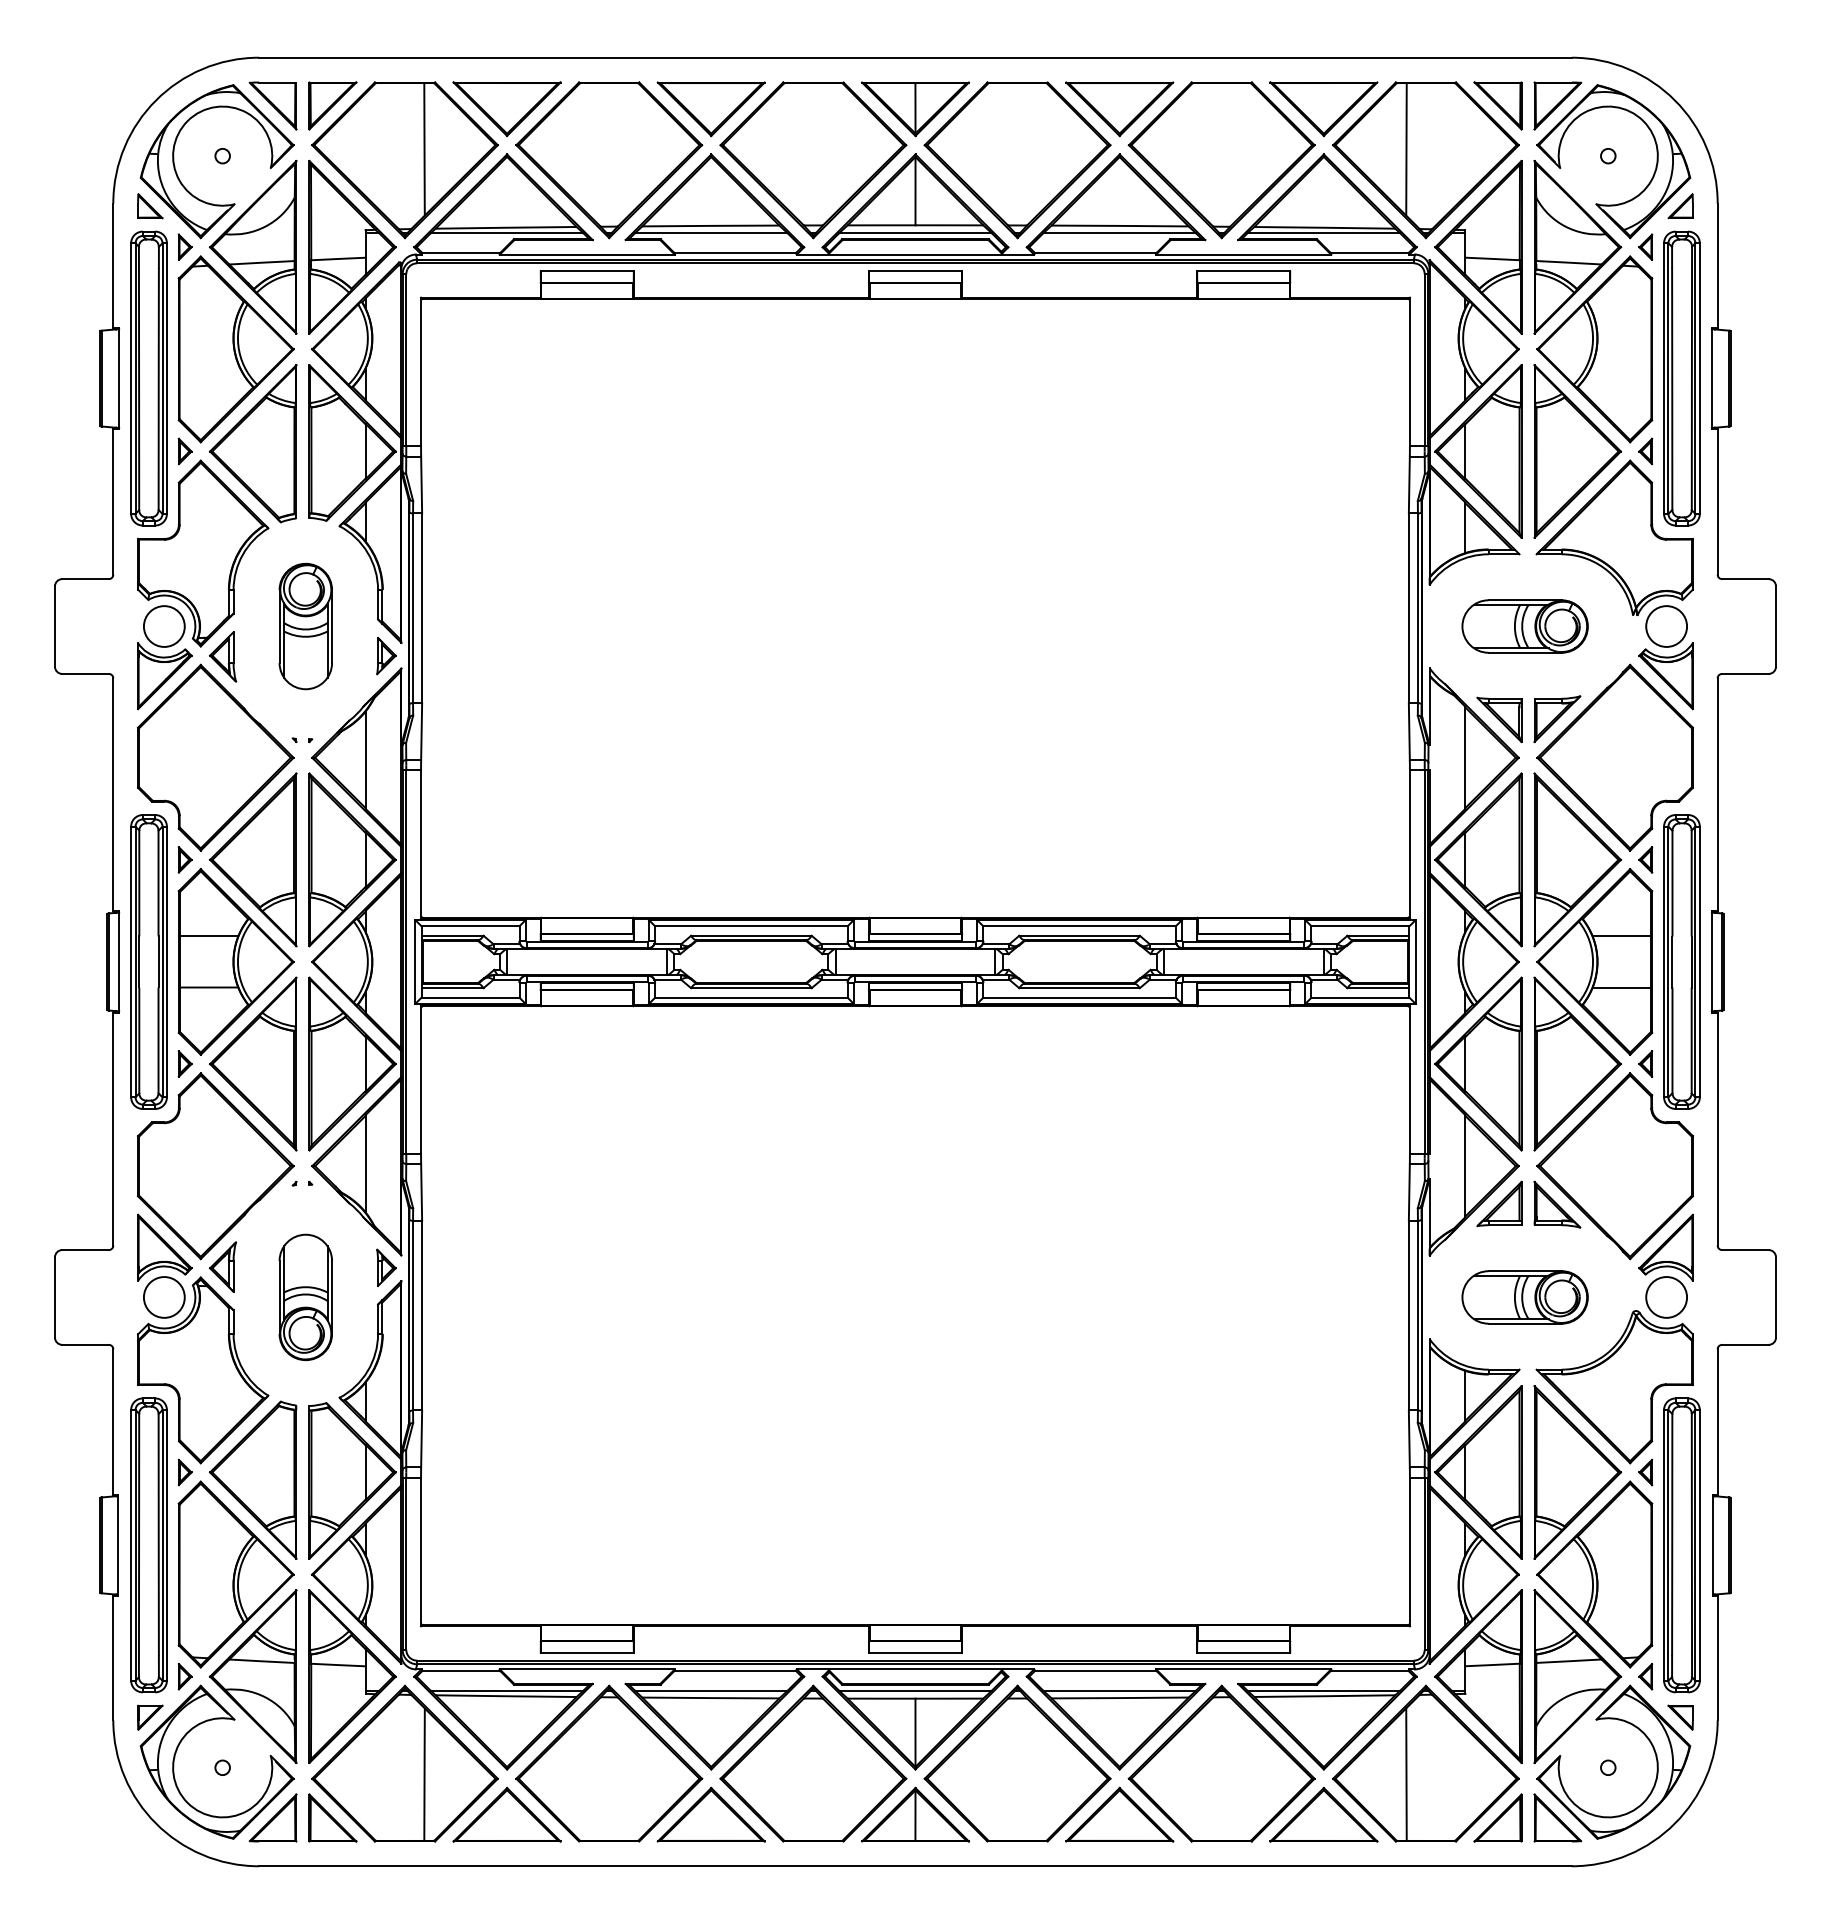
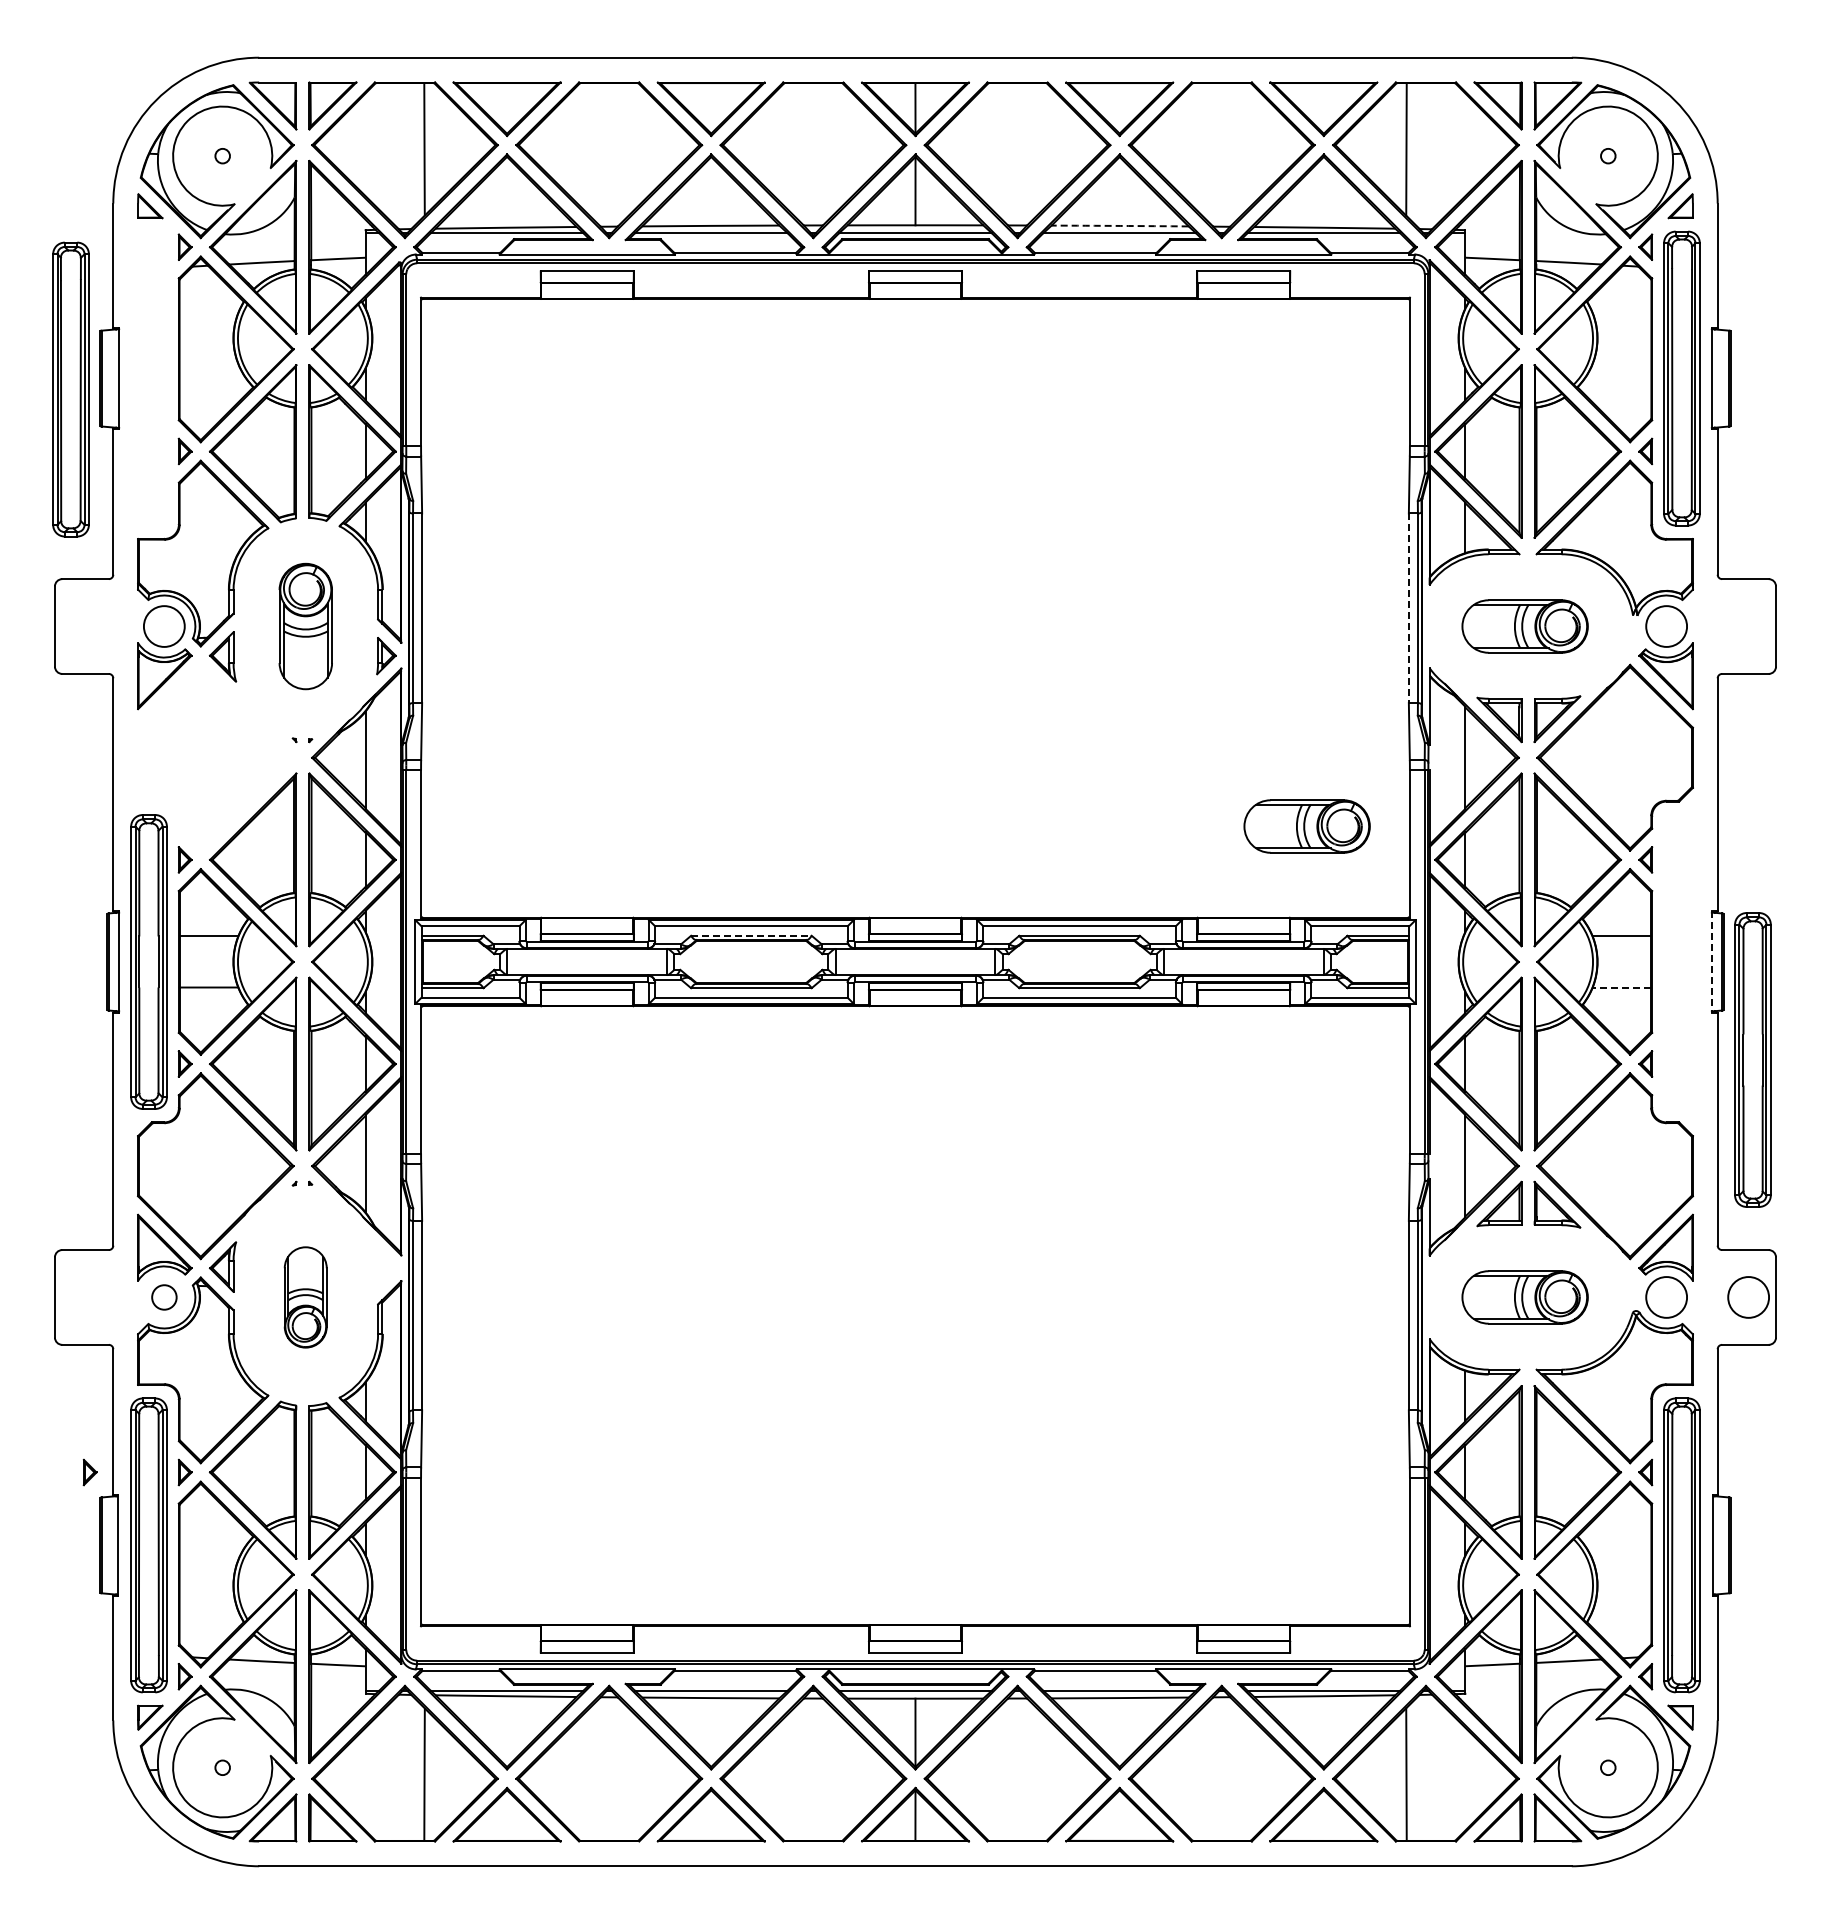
arc at (1120, 225): solid -> dashed
part at (148, 378) position: (148, 378) -> (70, 389)
line at (1408, 608): solid -> dashed
part at (215, 757): present -> none
part at (1306, 826): none -> present
line at (751, 935): solid -> dashed
part at (1681, 961) position: (1681, 961) -> (1752, 1059)
line at (1711, 962): solid -> dashed
line at (1621, 987): solid -> dashed
part at (386, 1267): present -> none
circle at (164, 1297) size: 43x43 px -> 27x27 px
part at (305, 1297) size: 55x129 px -> 45x103 px
circle at (1748, 1297): none -> present
part at (89, 1472): none -> present
